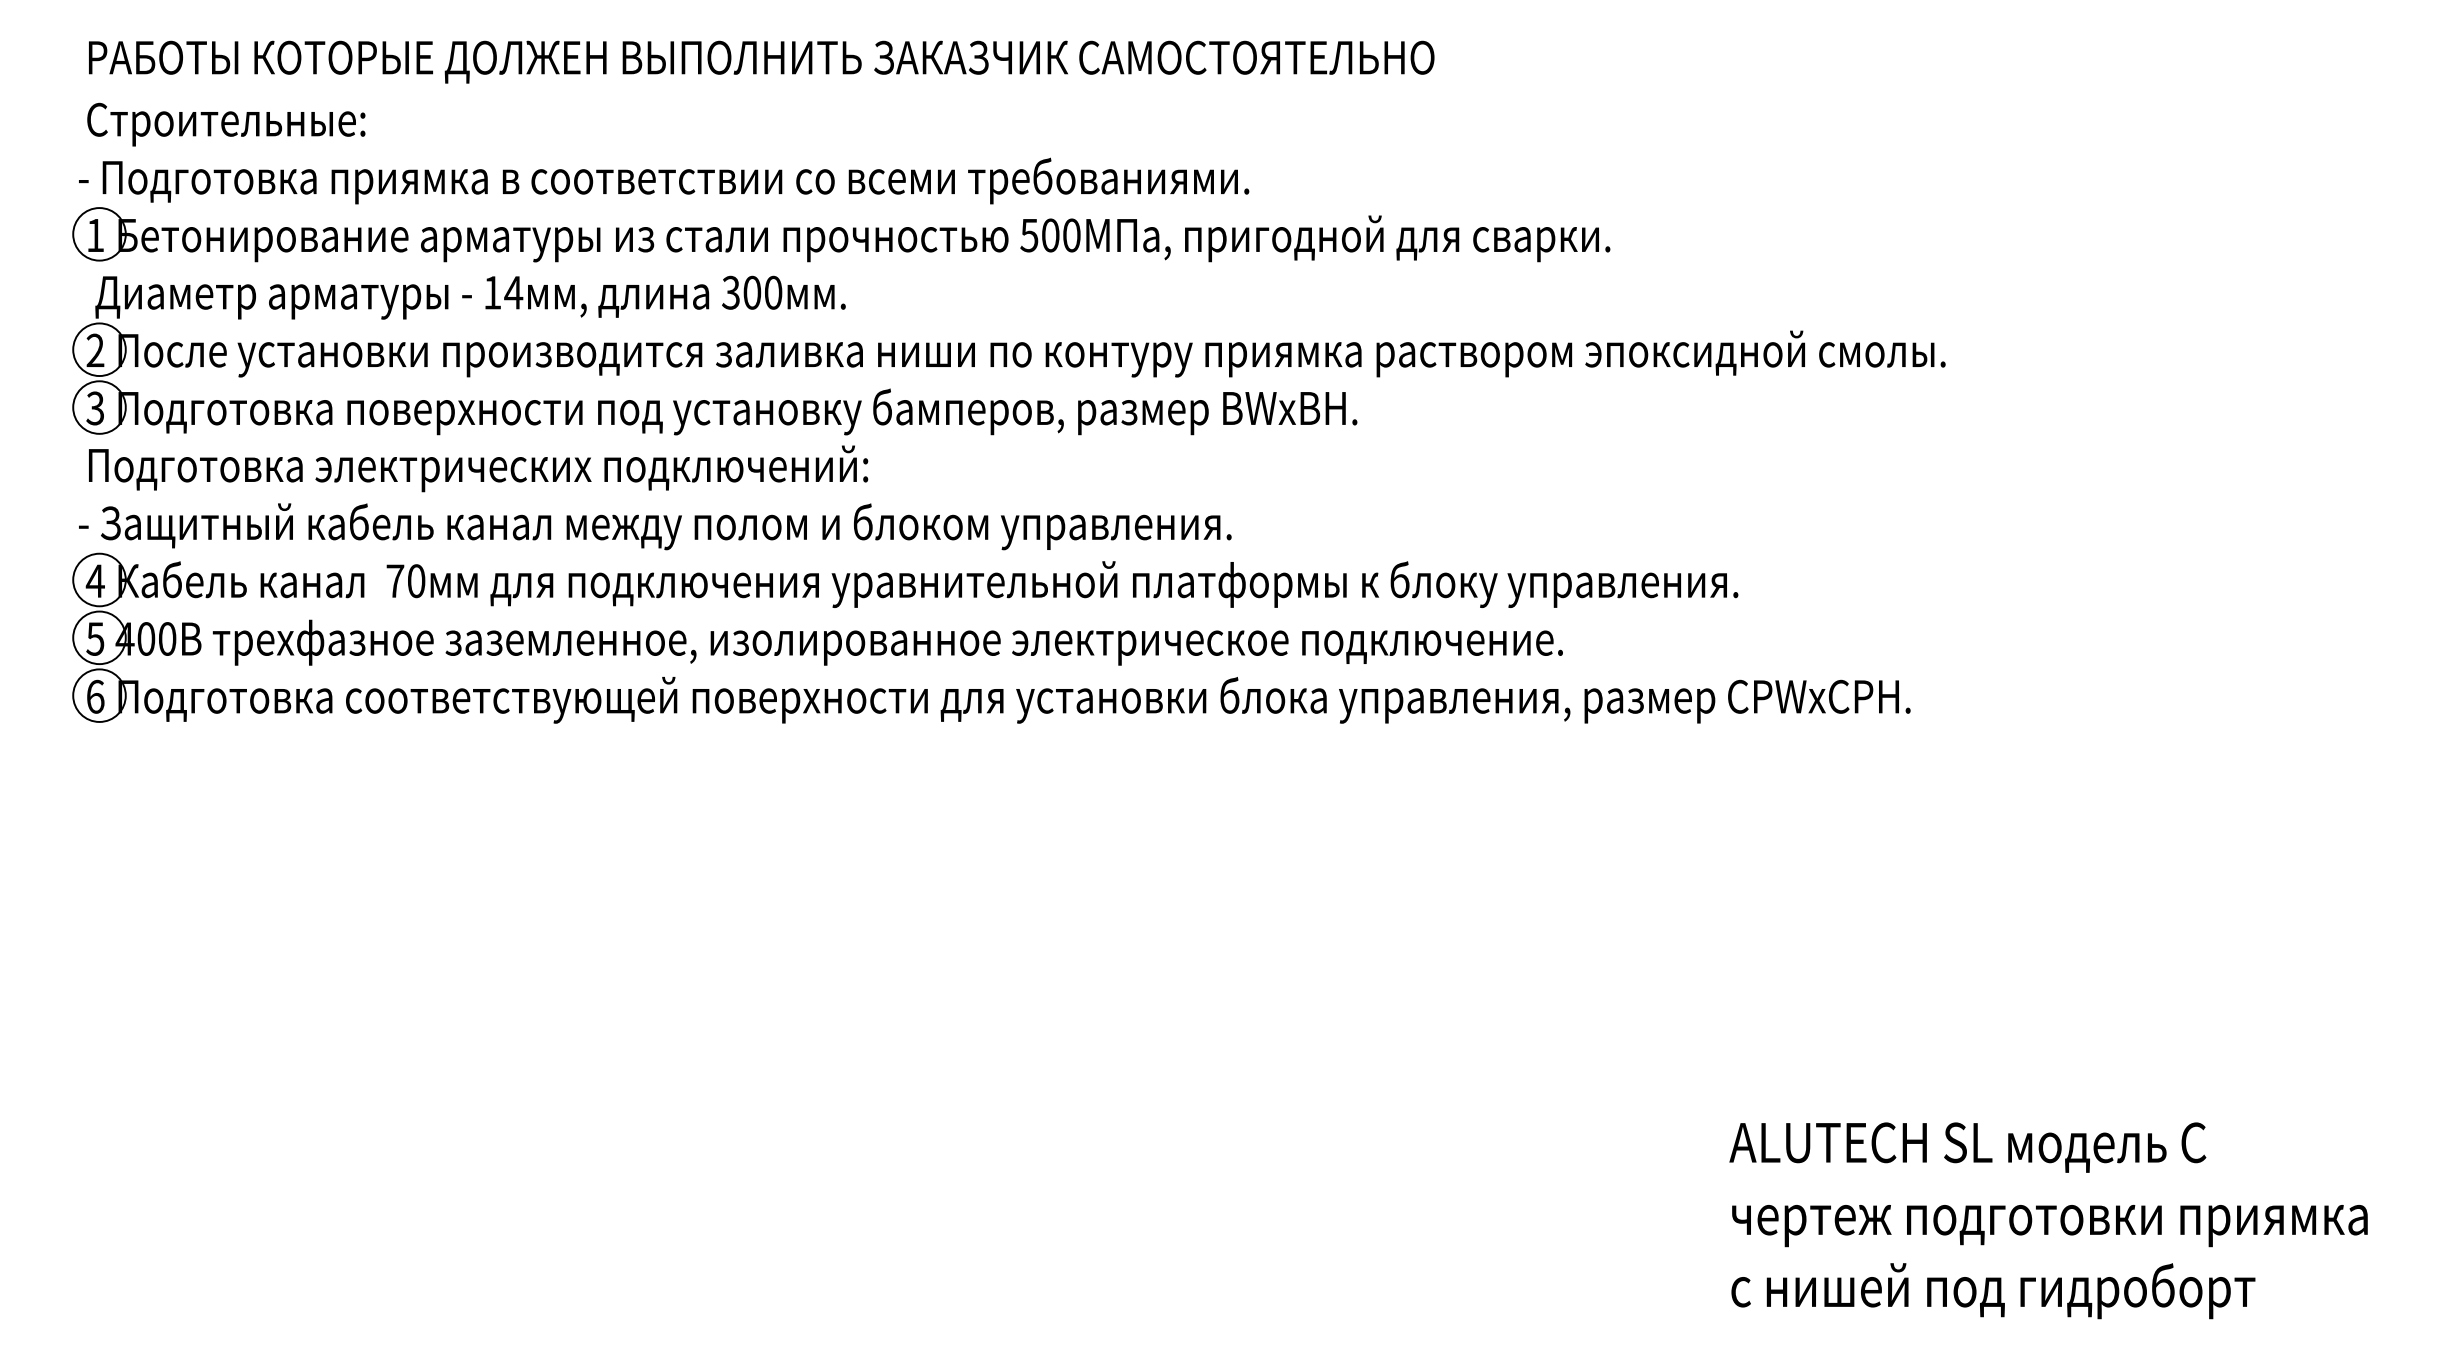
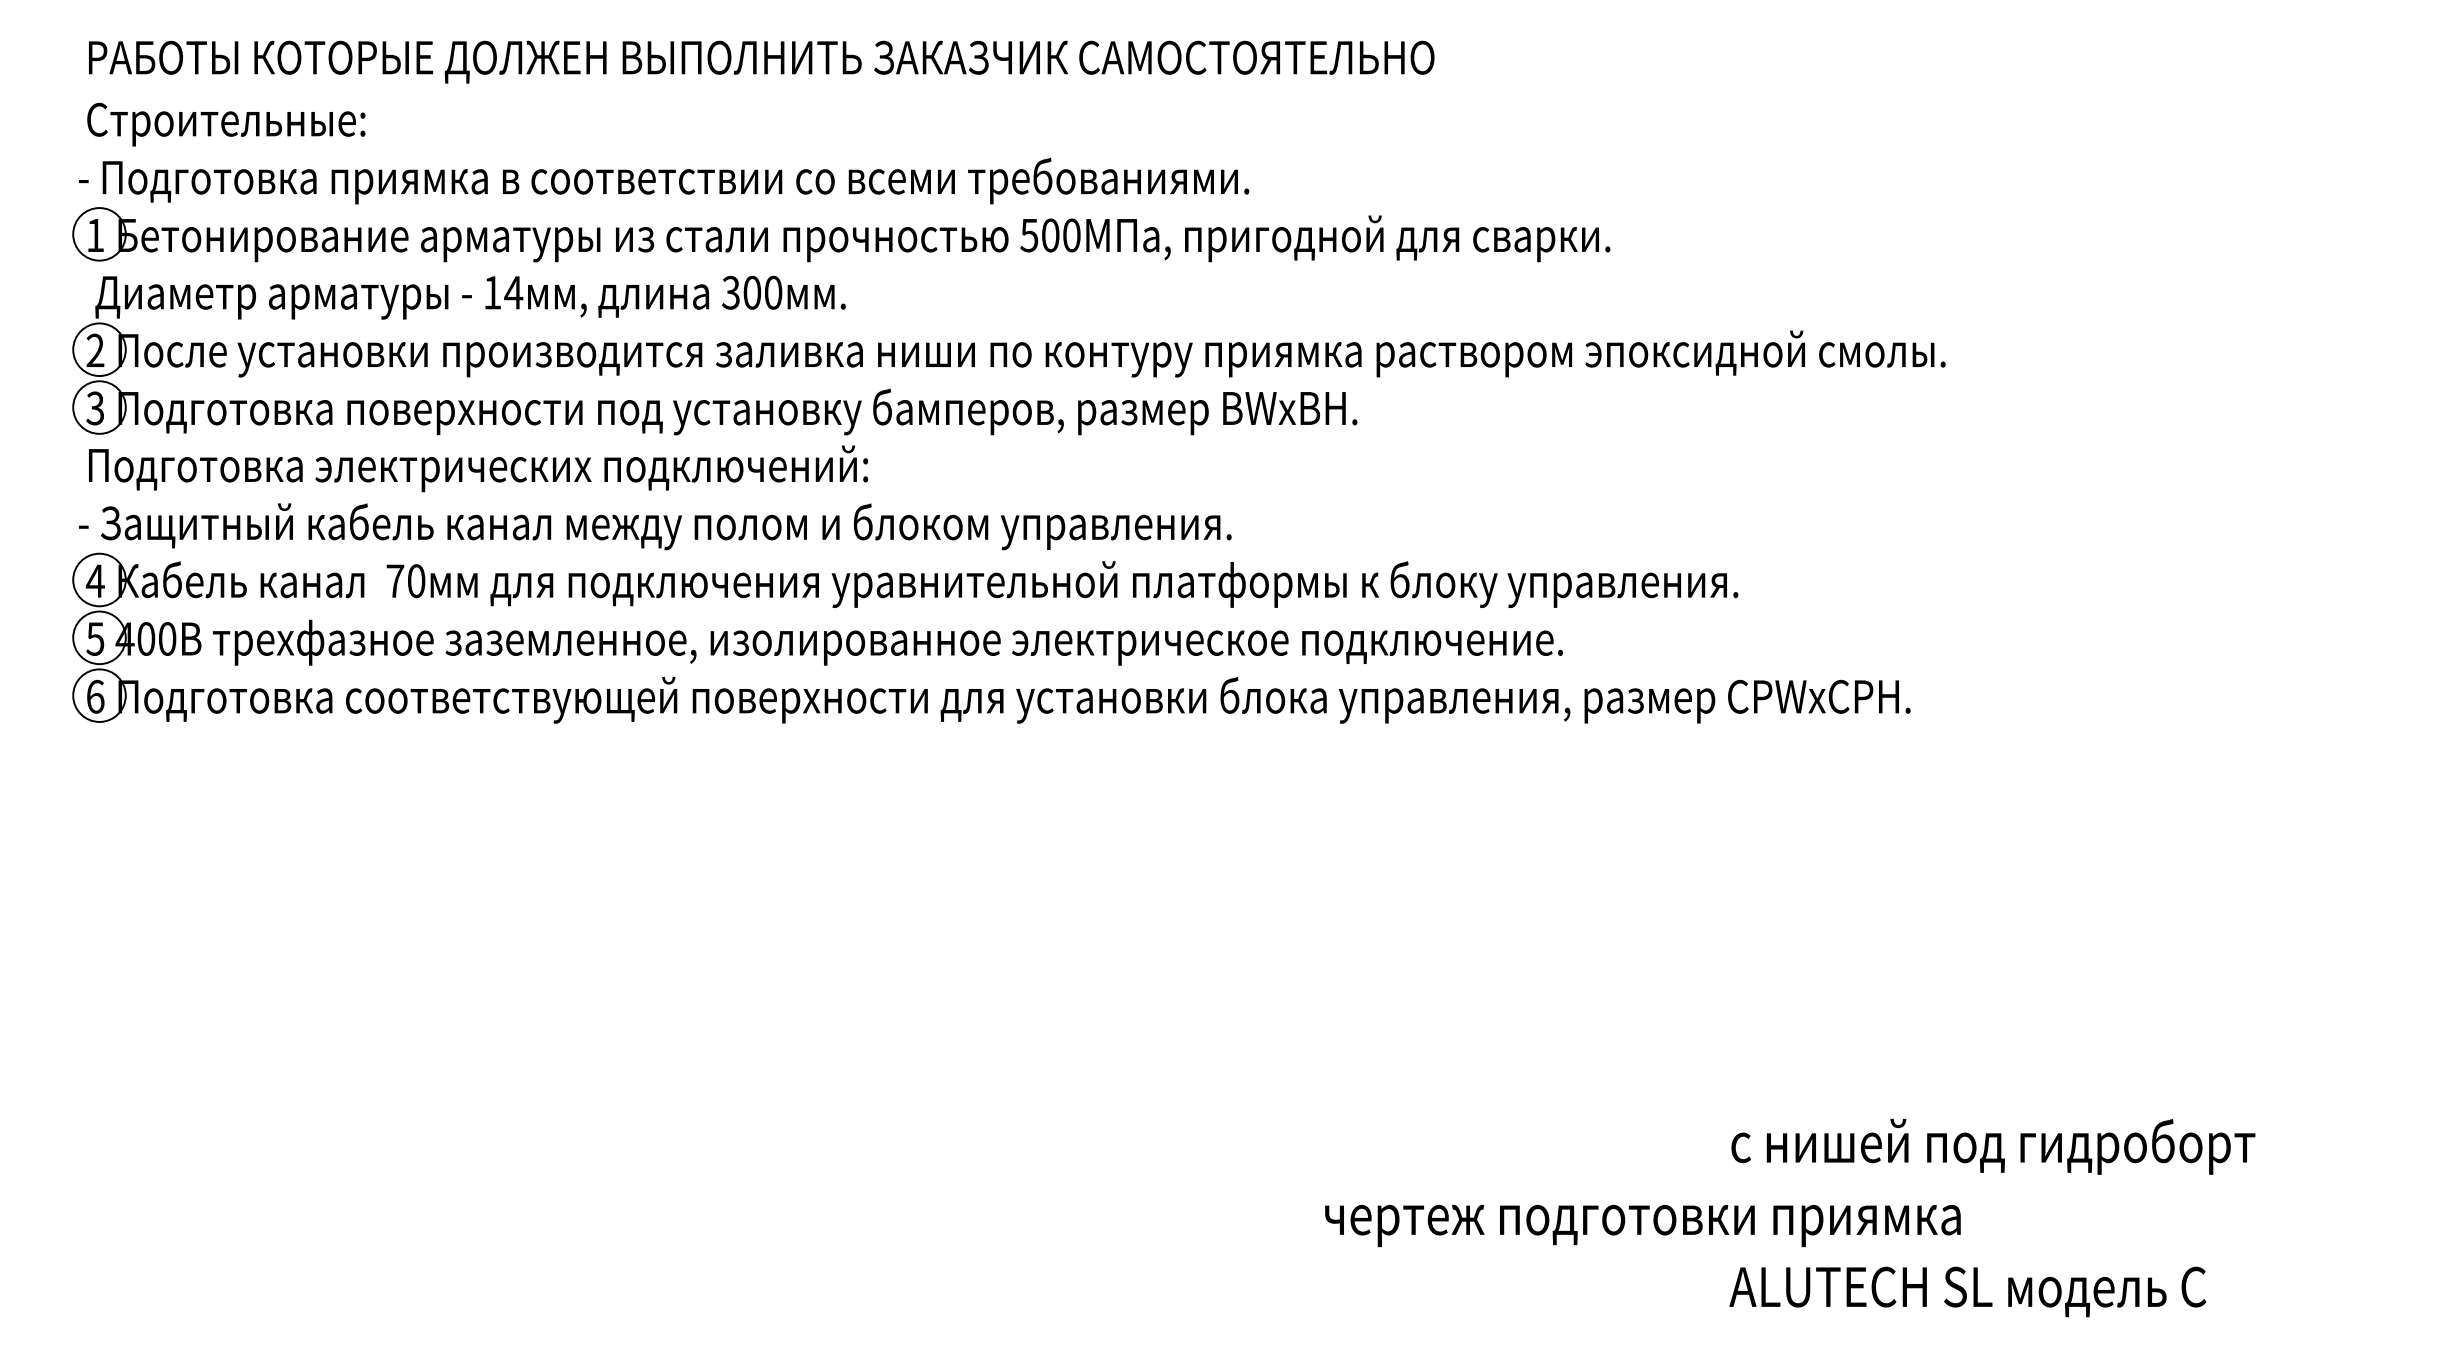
text at (1992, 1146): ALUTECH SL модель С -> с нишей под гидроборт
text at (2049, 1226) position: (2049, 1226) -> (1642, 1226)
text at (1992, 1291): с нишей под гидроборт -> ALUTECH SL модель С
